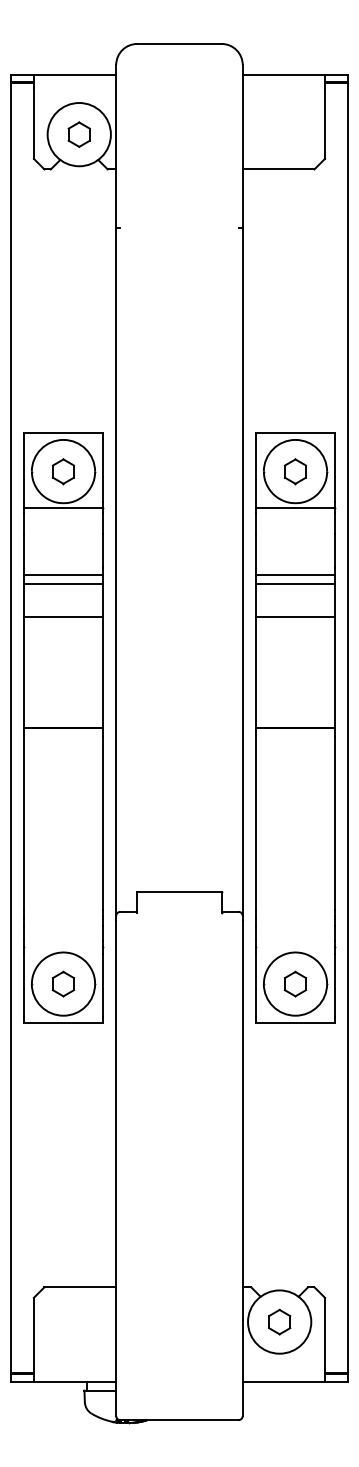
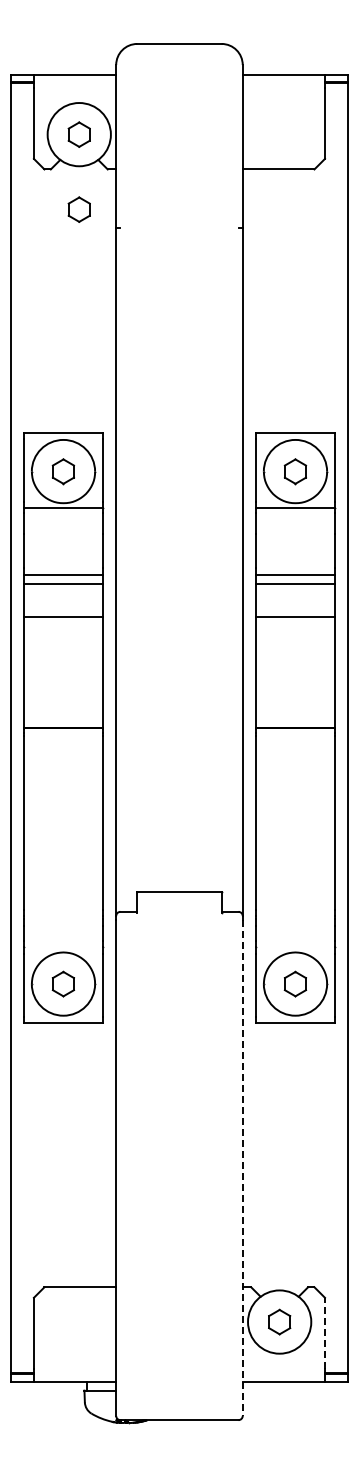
part at (78, 209): none -> present
line at (242, 1168): solid -> dashed
line at (325, 1333): solid -> dashed
